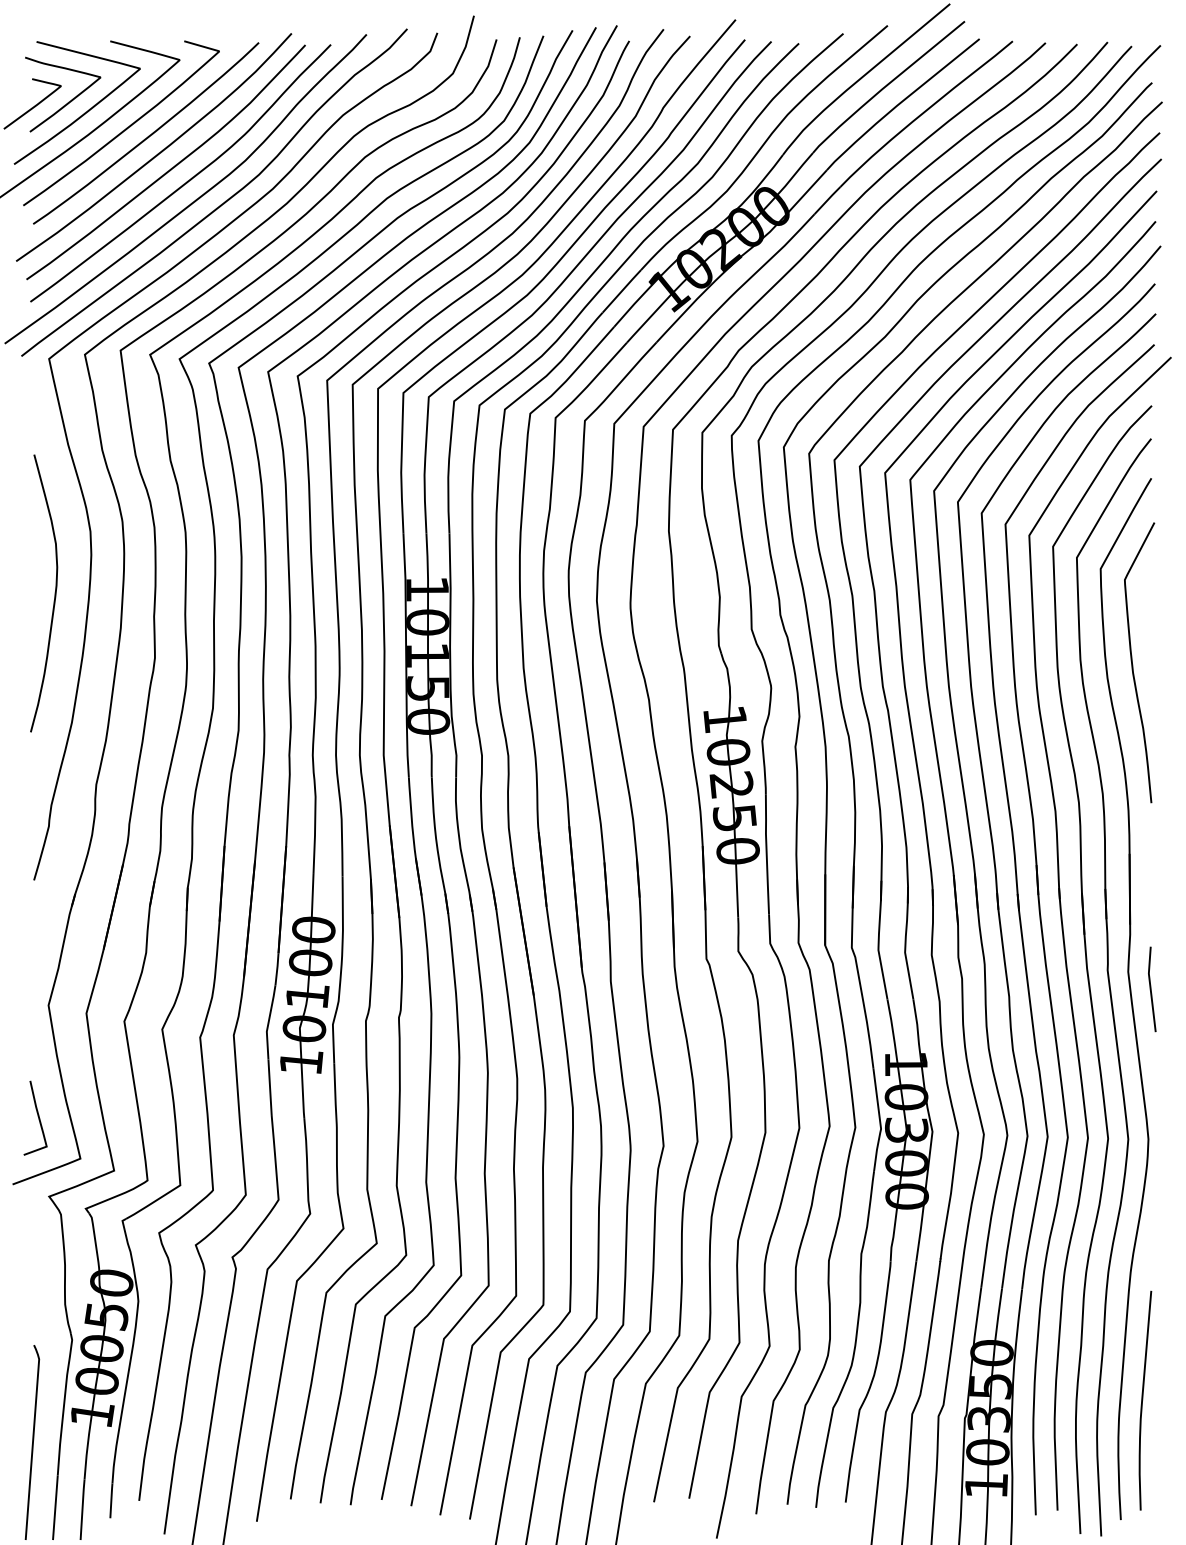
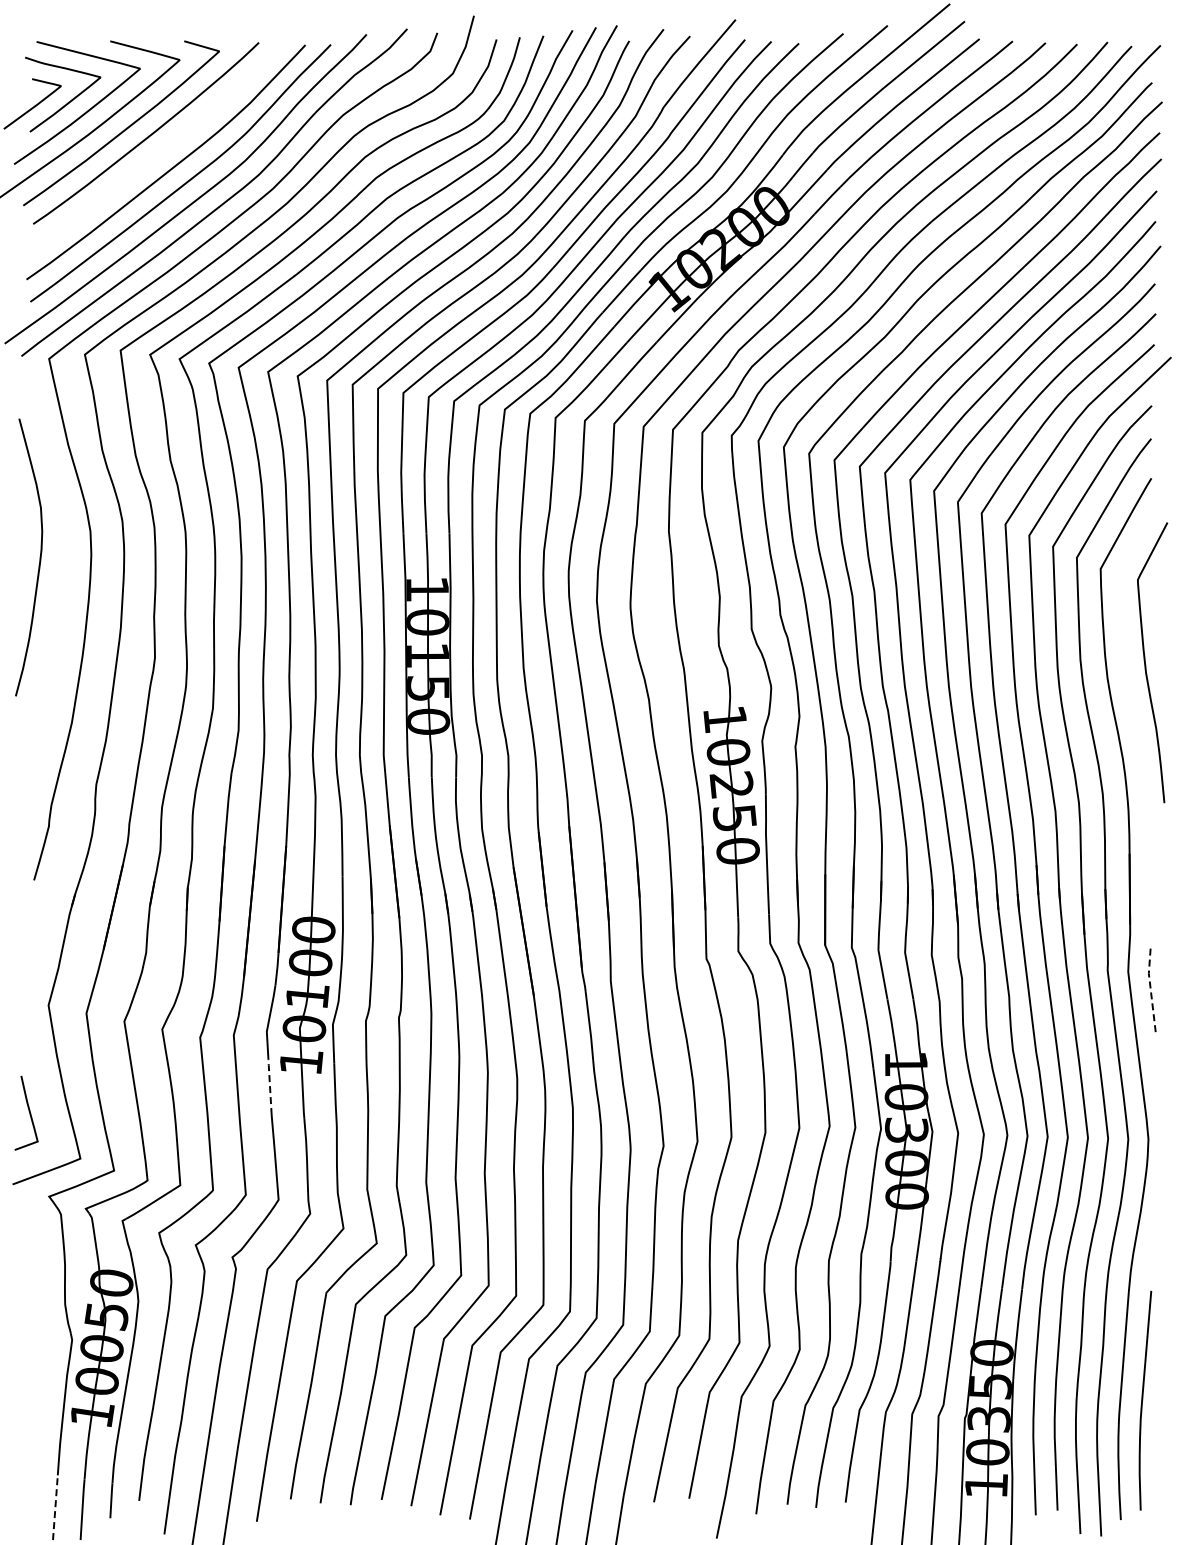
curve at (158, 152): present -> none
curve at (54, 593) position: (54, 593) -> (39, 557)
curve at (1133, 664) position: (1133, 664) -> (1146, 664)
line at (1150, 988): solid -> dashed
line at (270, 1087): solid -> dashed
curve at (37, 1116) position: (37, 1116) -> (28, 1111)
line at (32, 1442): present -> none
line at (55, 1507): solid -> dashed
